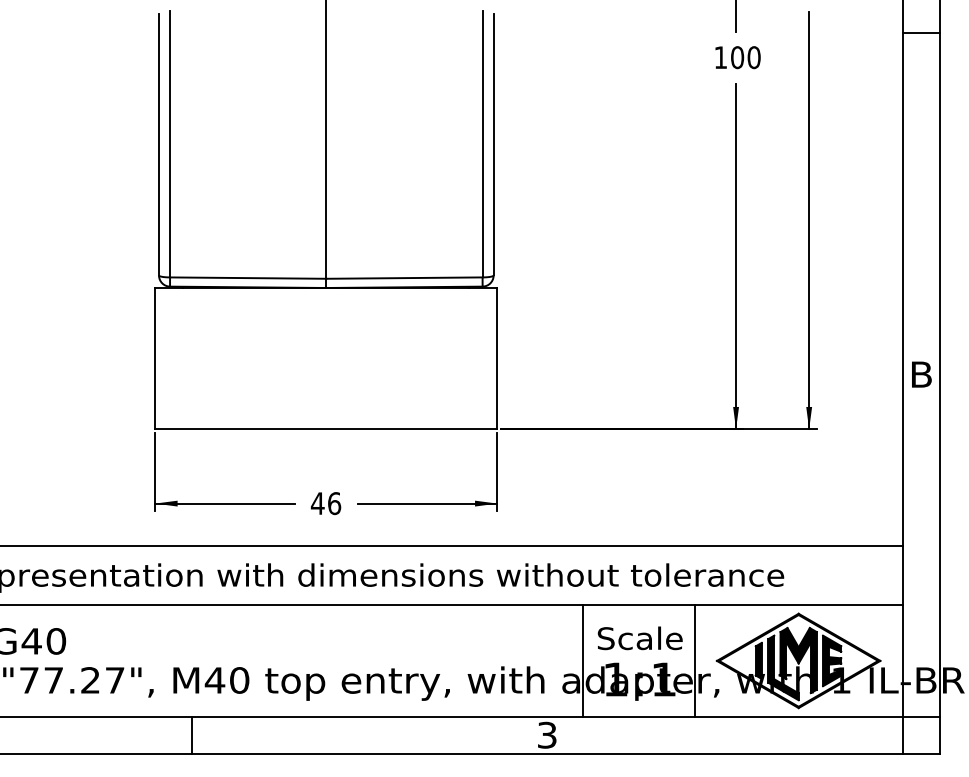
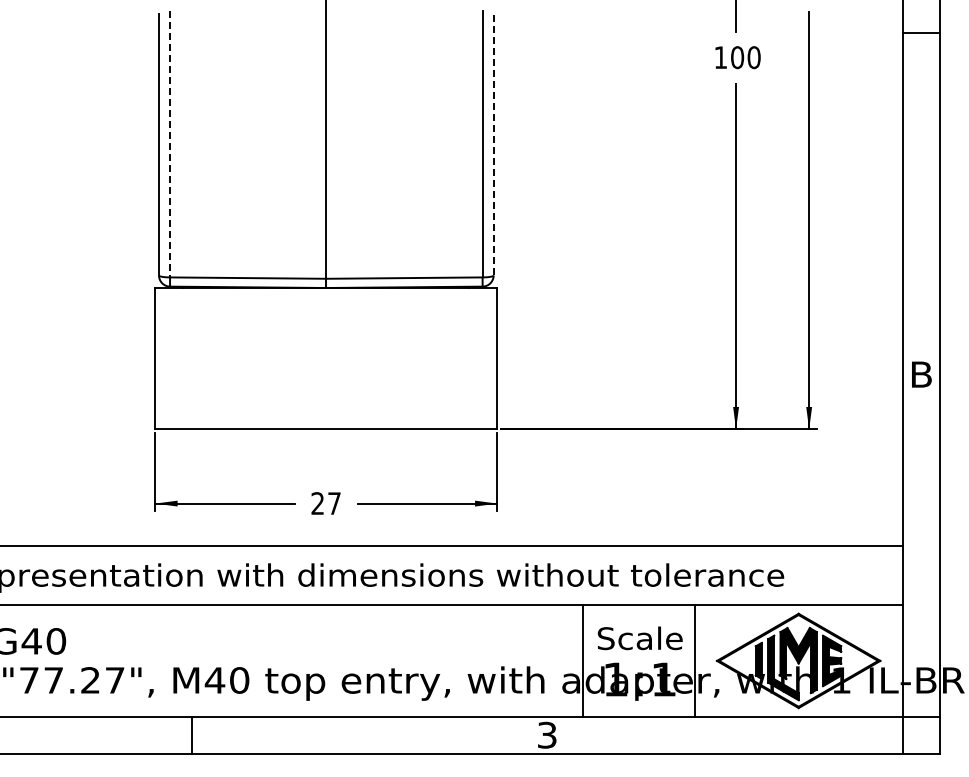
line at (170, 144): solid -> dashed
line at (493, 144): solid -> dashed
text at (325, 503): 46 -> 27
